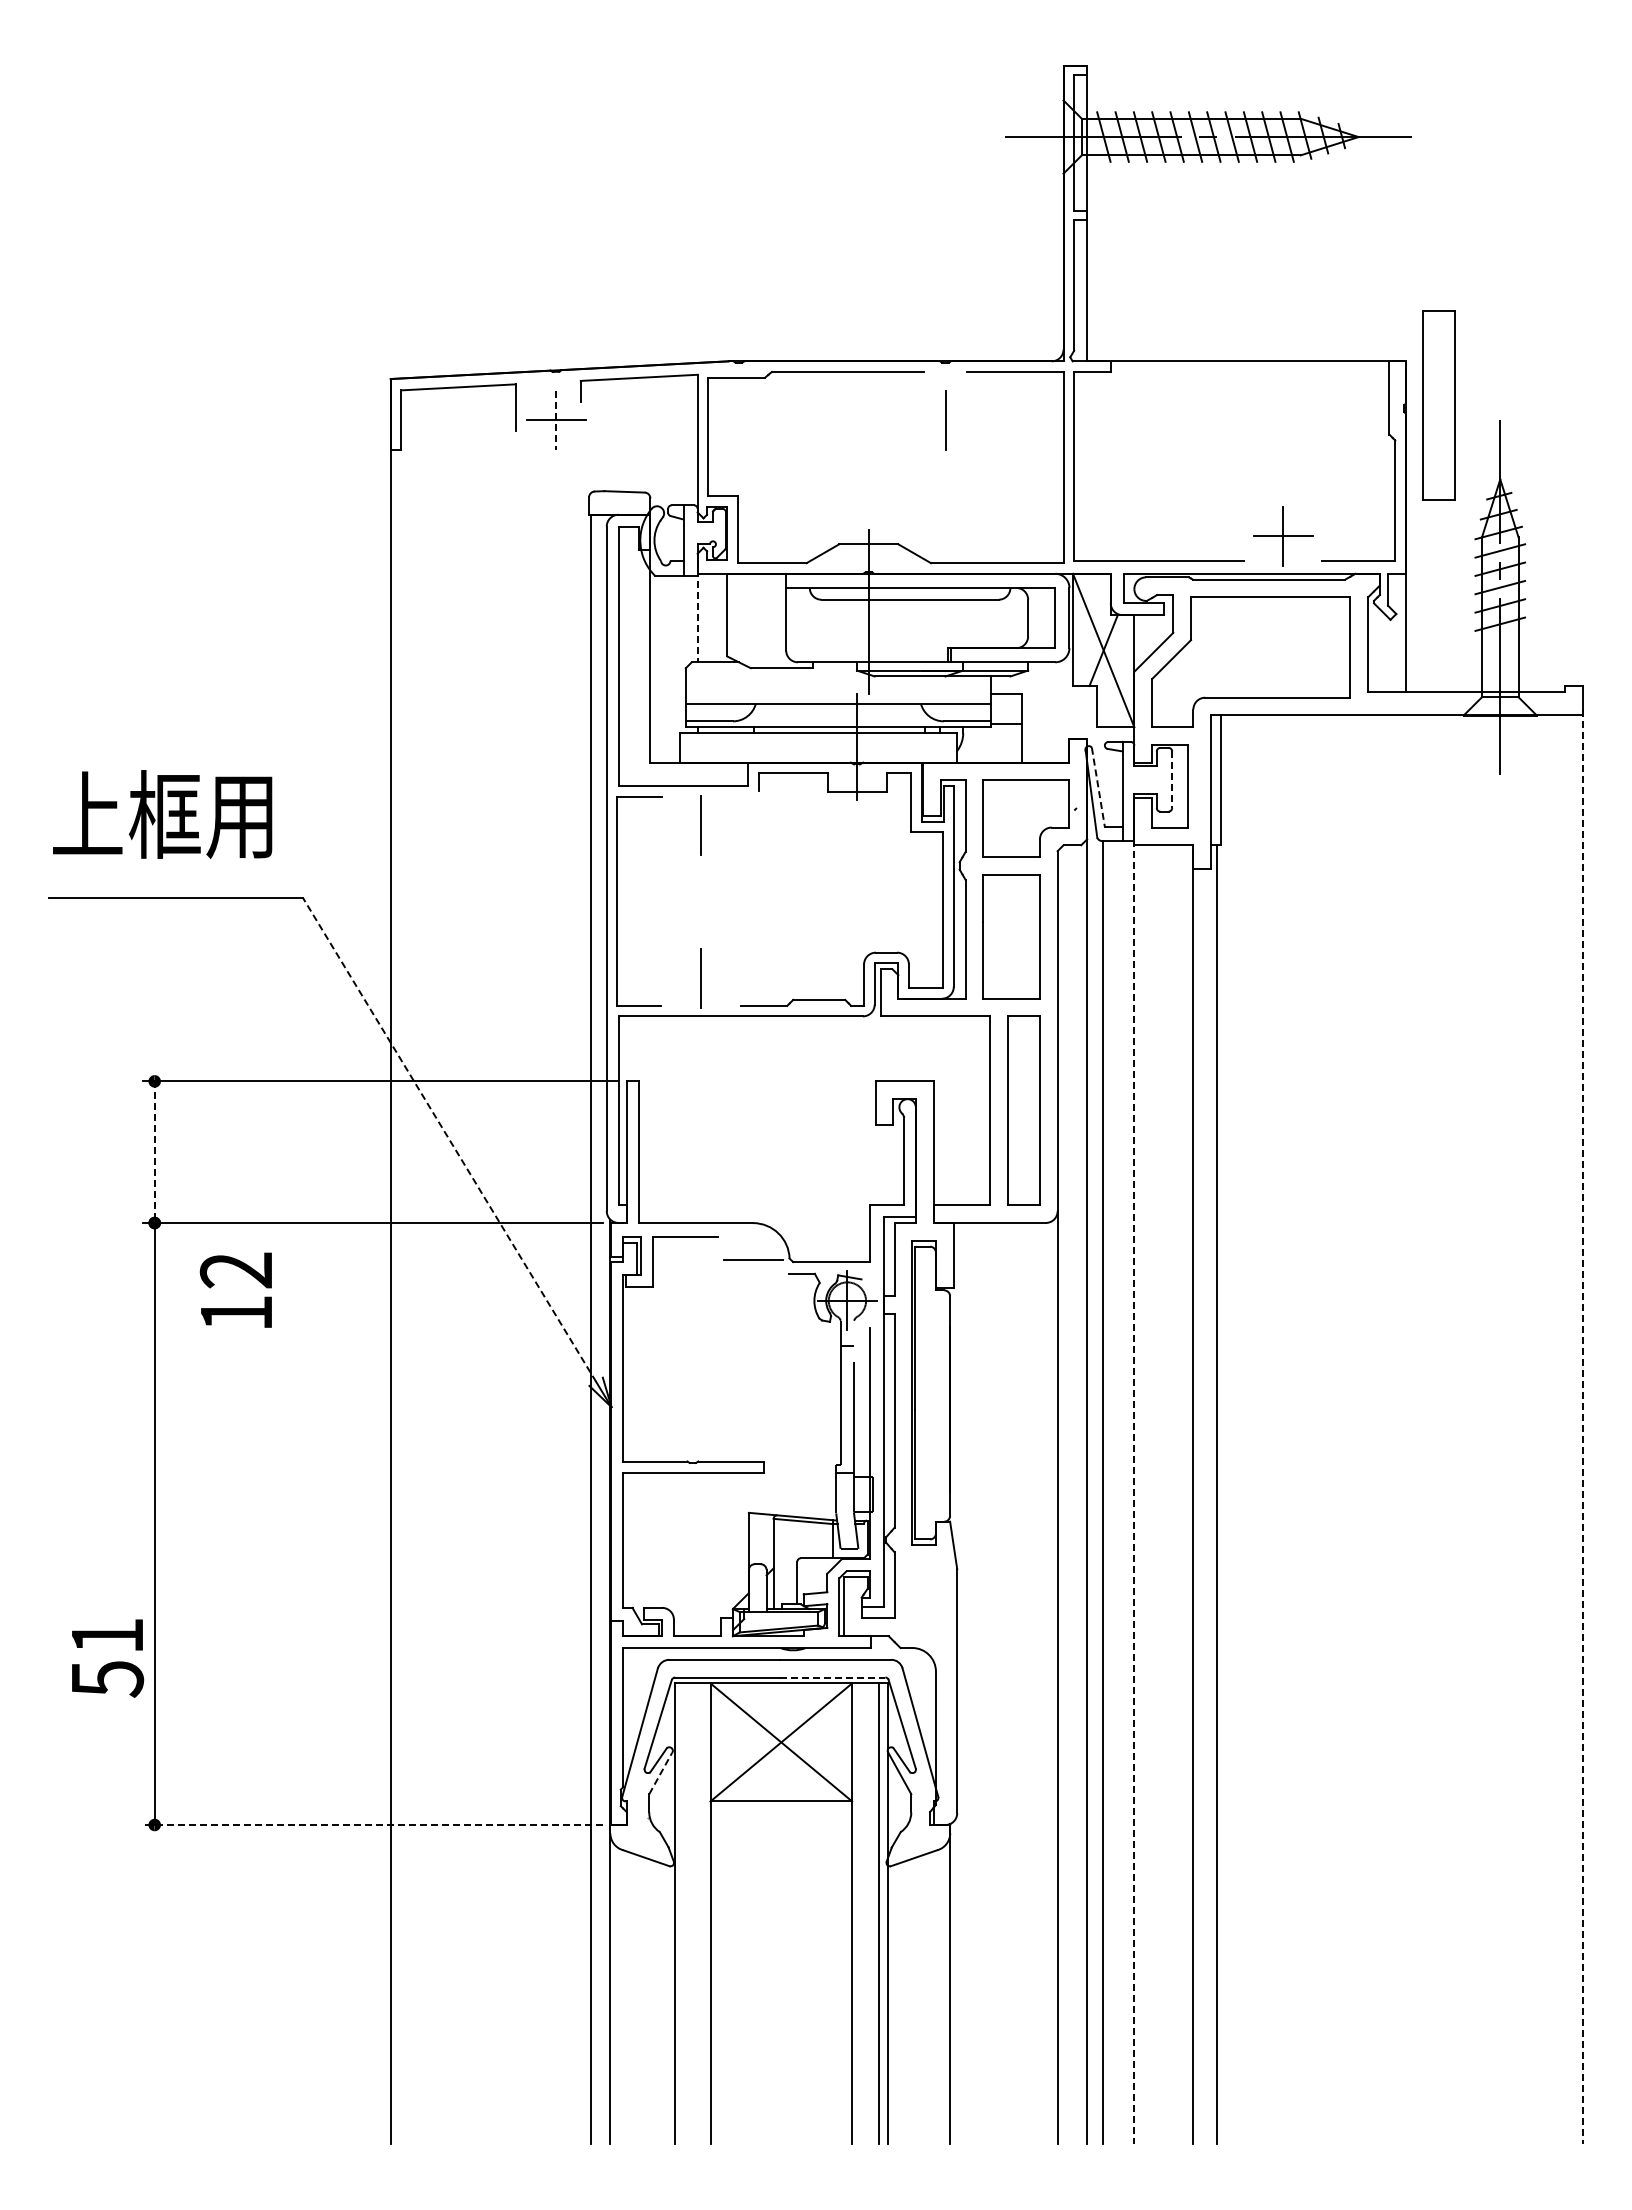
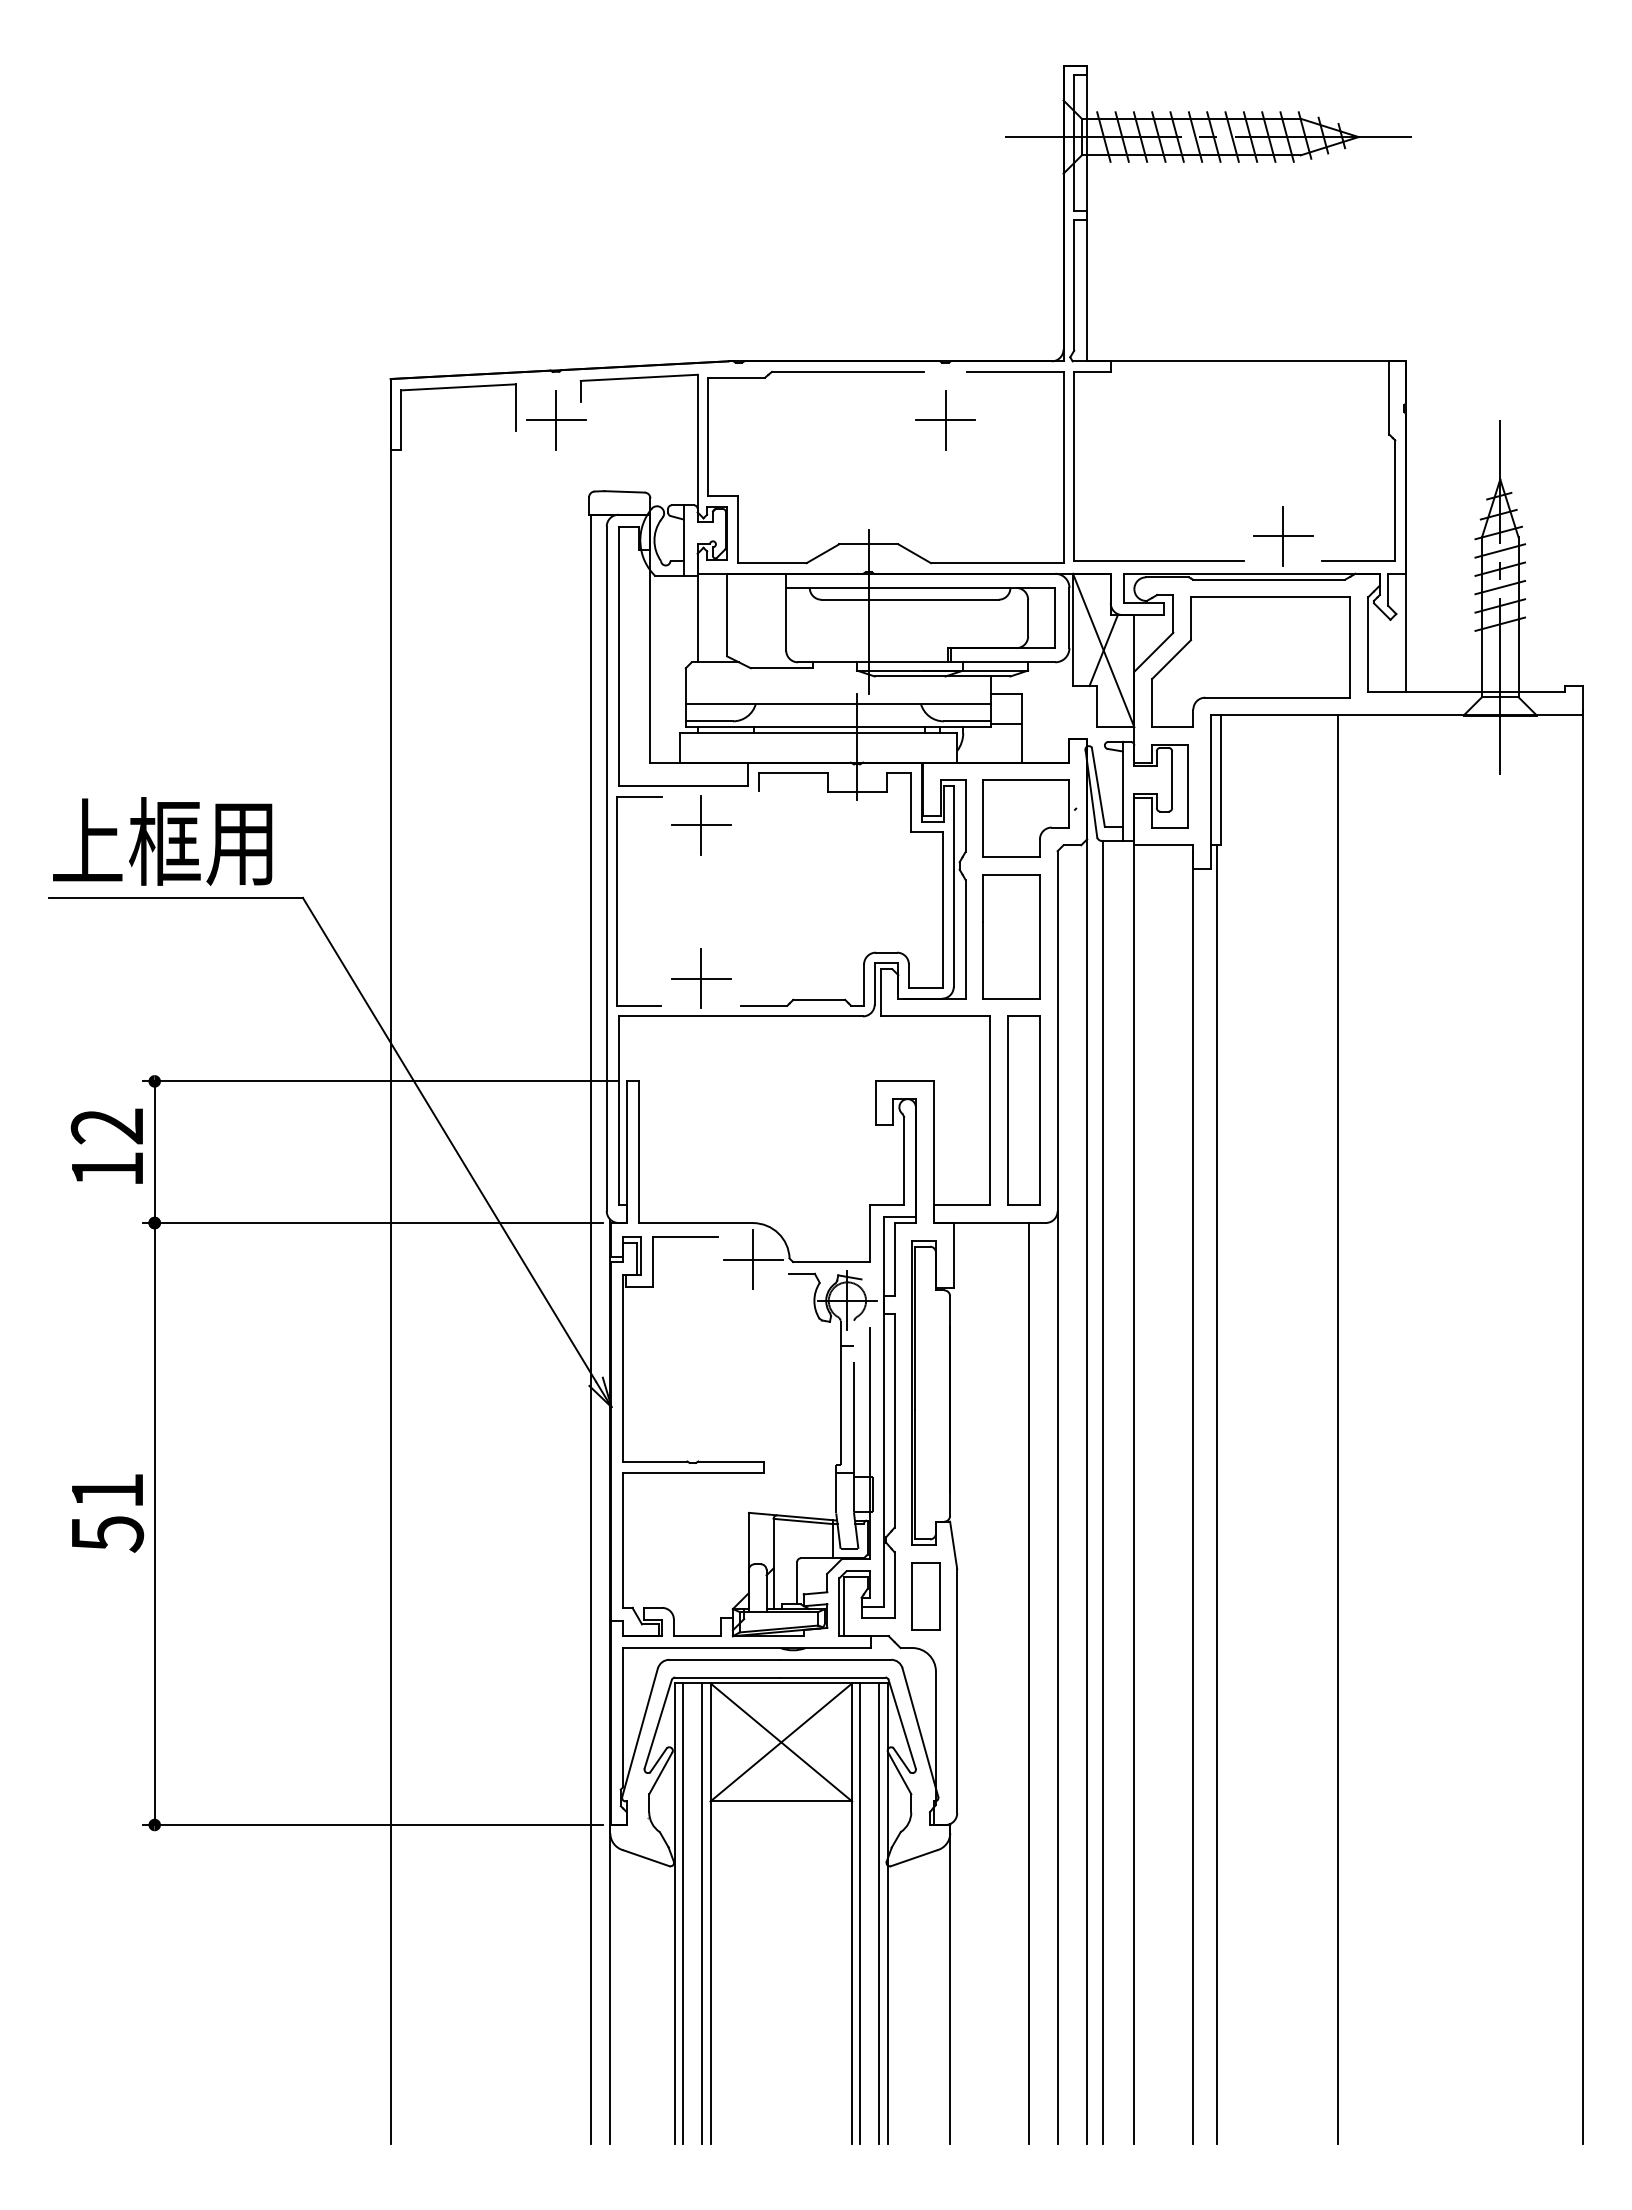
part at (1438, 405): present -> none
line at (556, 420): dashed -> solid
line at (945, 420): none -> present
line at (697, 616): dashed -> solid
line at (1172, 780): dashed -> solid
line at (1098, 787): dashed -> solid
text at (162, 814) position: (162, 814) -> (162, 841)
line at (700, 825): none -> present
line at (700, 978): none -> present
line at (449, 1139): dashed -> solid
line at (154, 1152): dashed -> solid
line at (753, 1259): none -> present
text at (235, 1289) position: (235, 1289) -> (106, 1145)
line at (1582, 1427): dashed -> solid
line at (1338, 1429): none -> present
line at (1134, 1492): dashed -> solid
part at (925, 1596): none -> present
text at (108, 1658) position: (108, 1658) -> (108, 1513)
line at (832, 1677): dashed -> solid
line at (1029, 1682): none -> present
line at (660, 1773): dashed -> solid
line at (372, 1825): dashed -> solid
line at (683, 1913): none -> present
line at (702, 1913): none -> present
line at (860, 1913): none -> present
